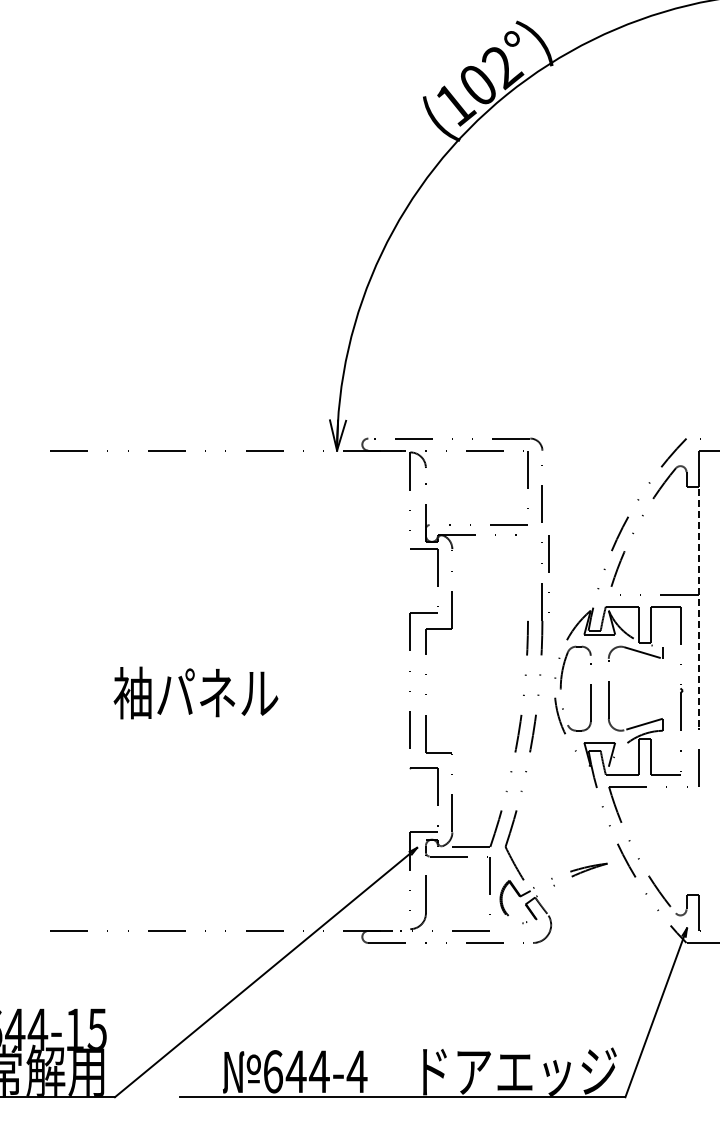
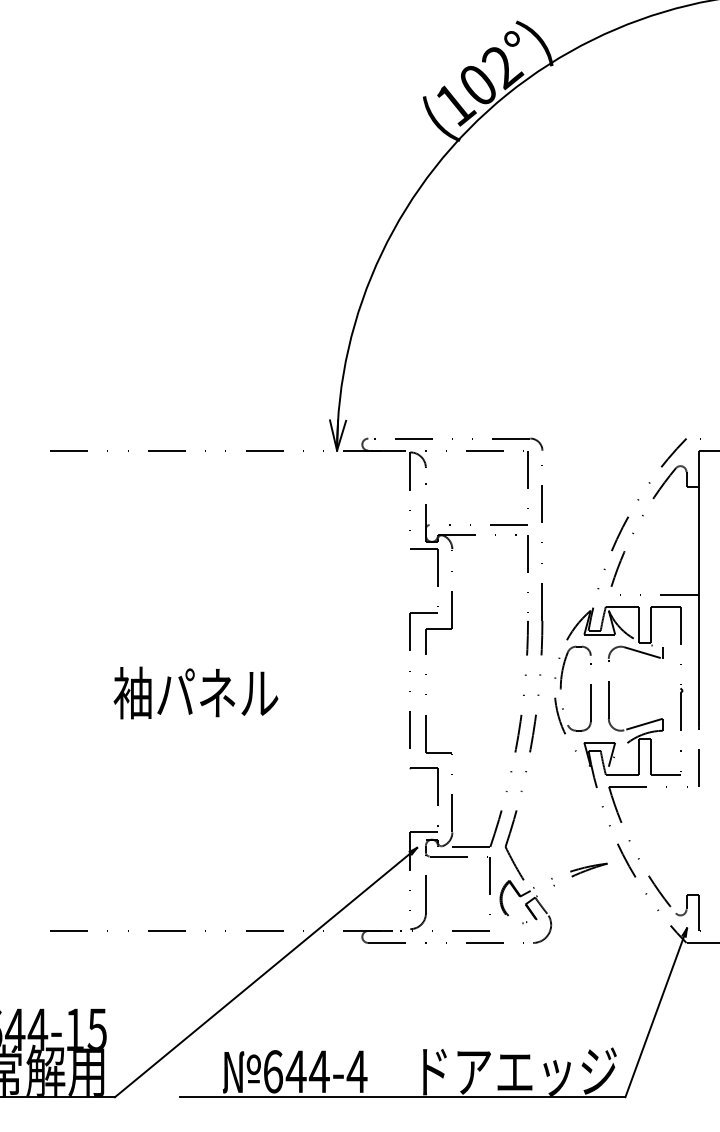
line at (548, 572) position: (548, 572) -> (527, 572)
line at (698, 606): dashed -> solid
